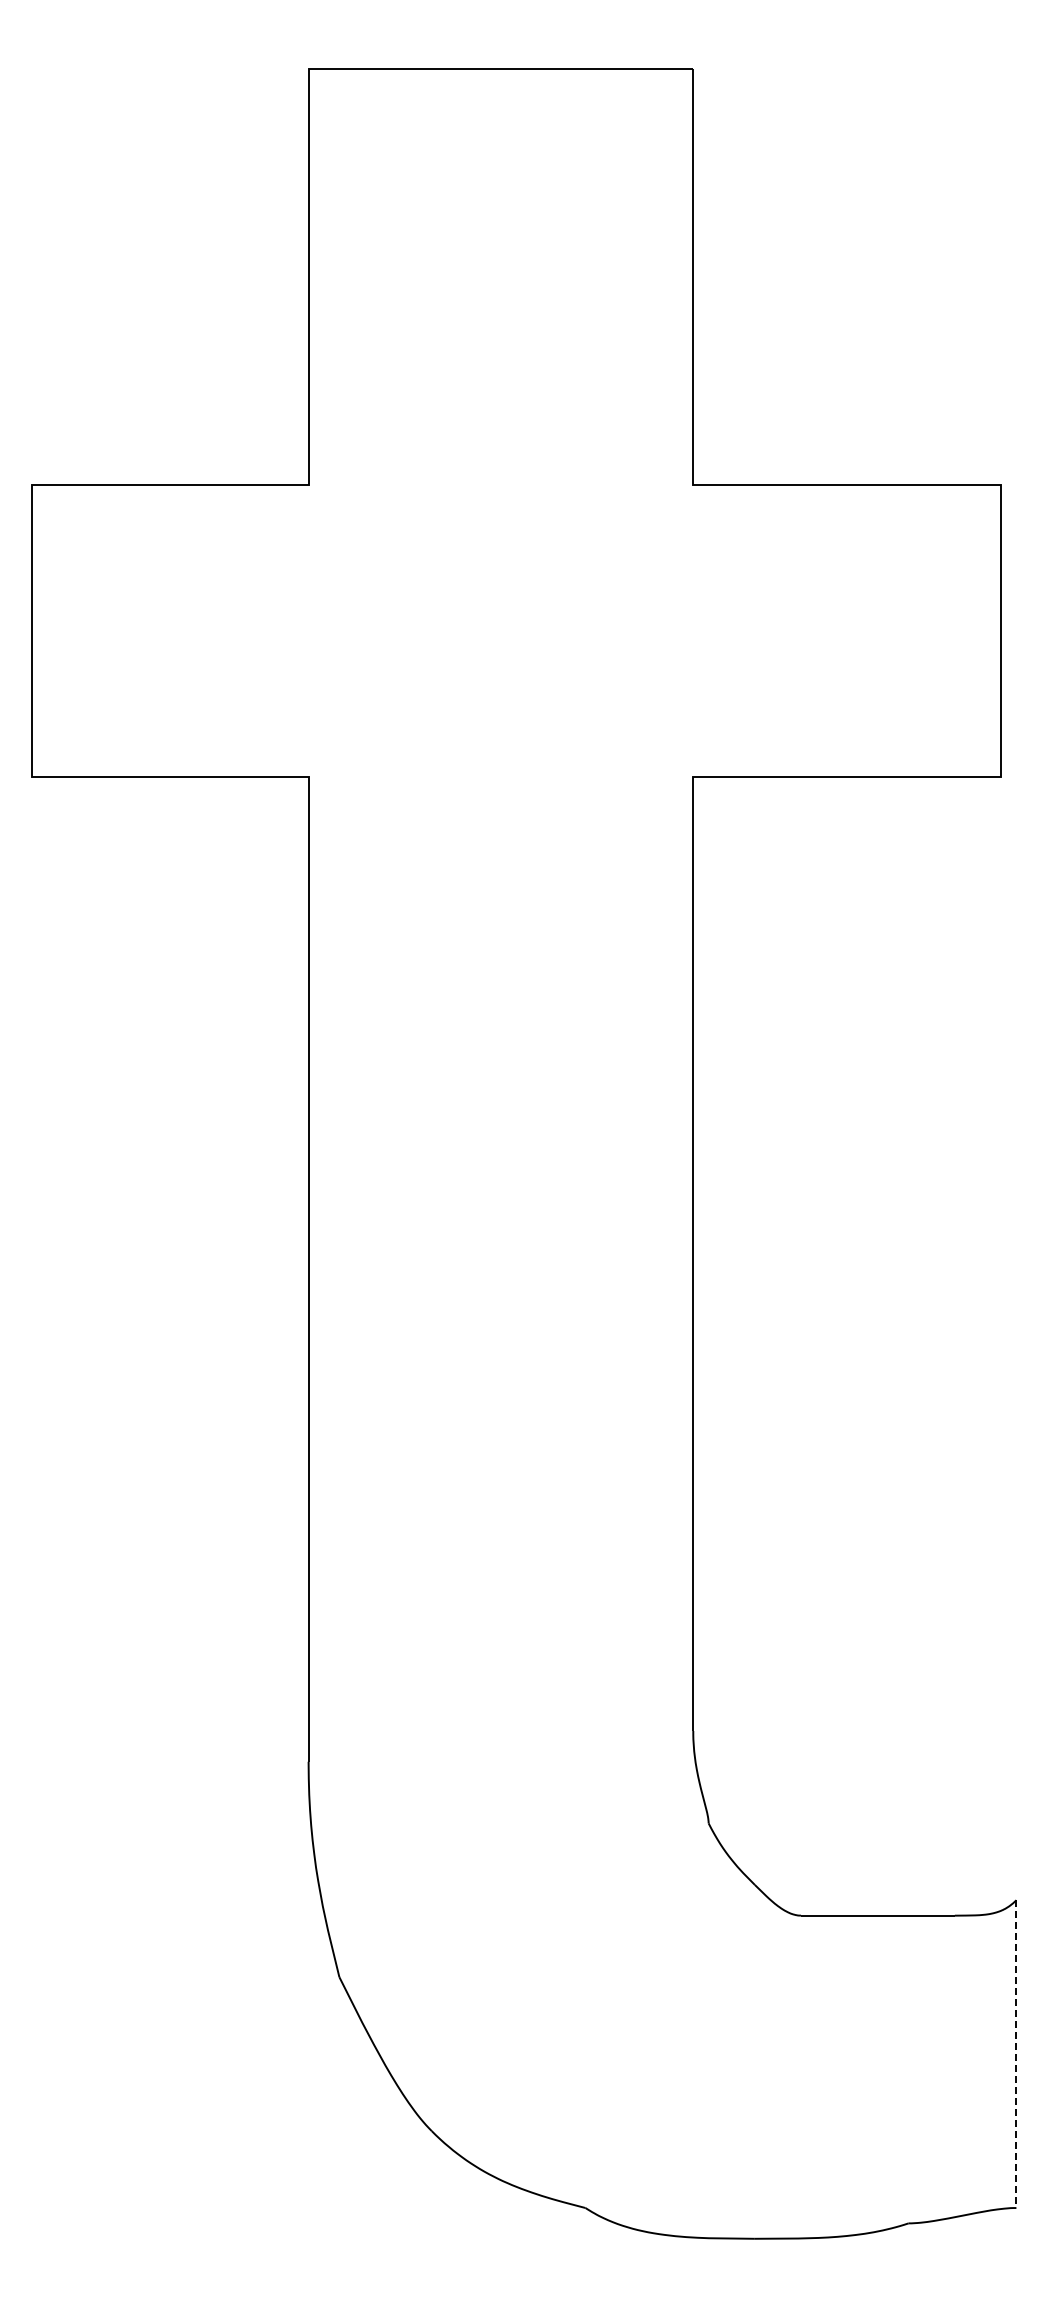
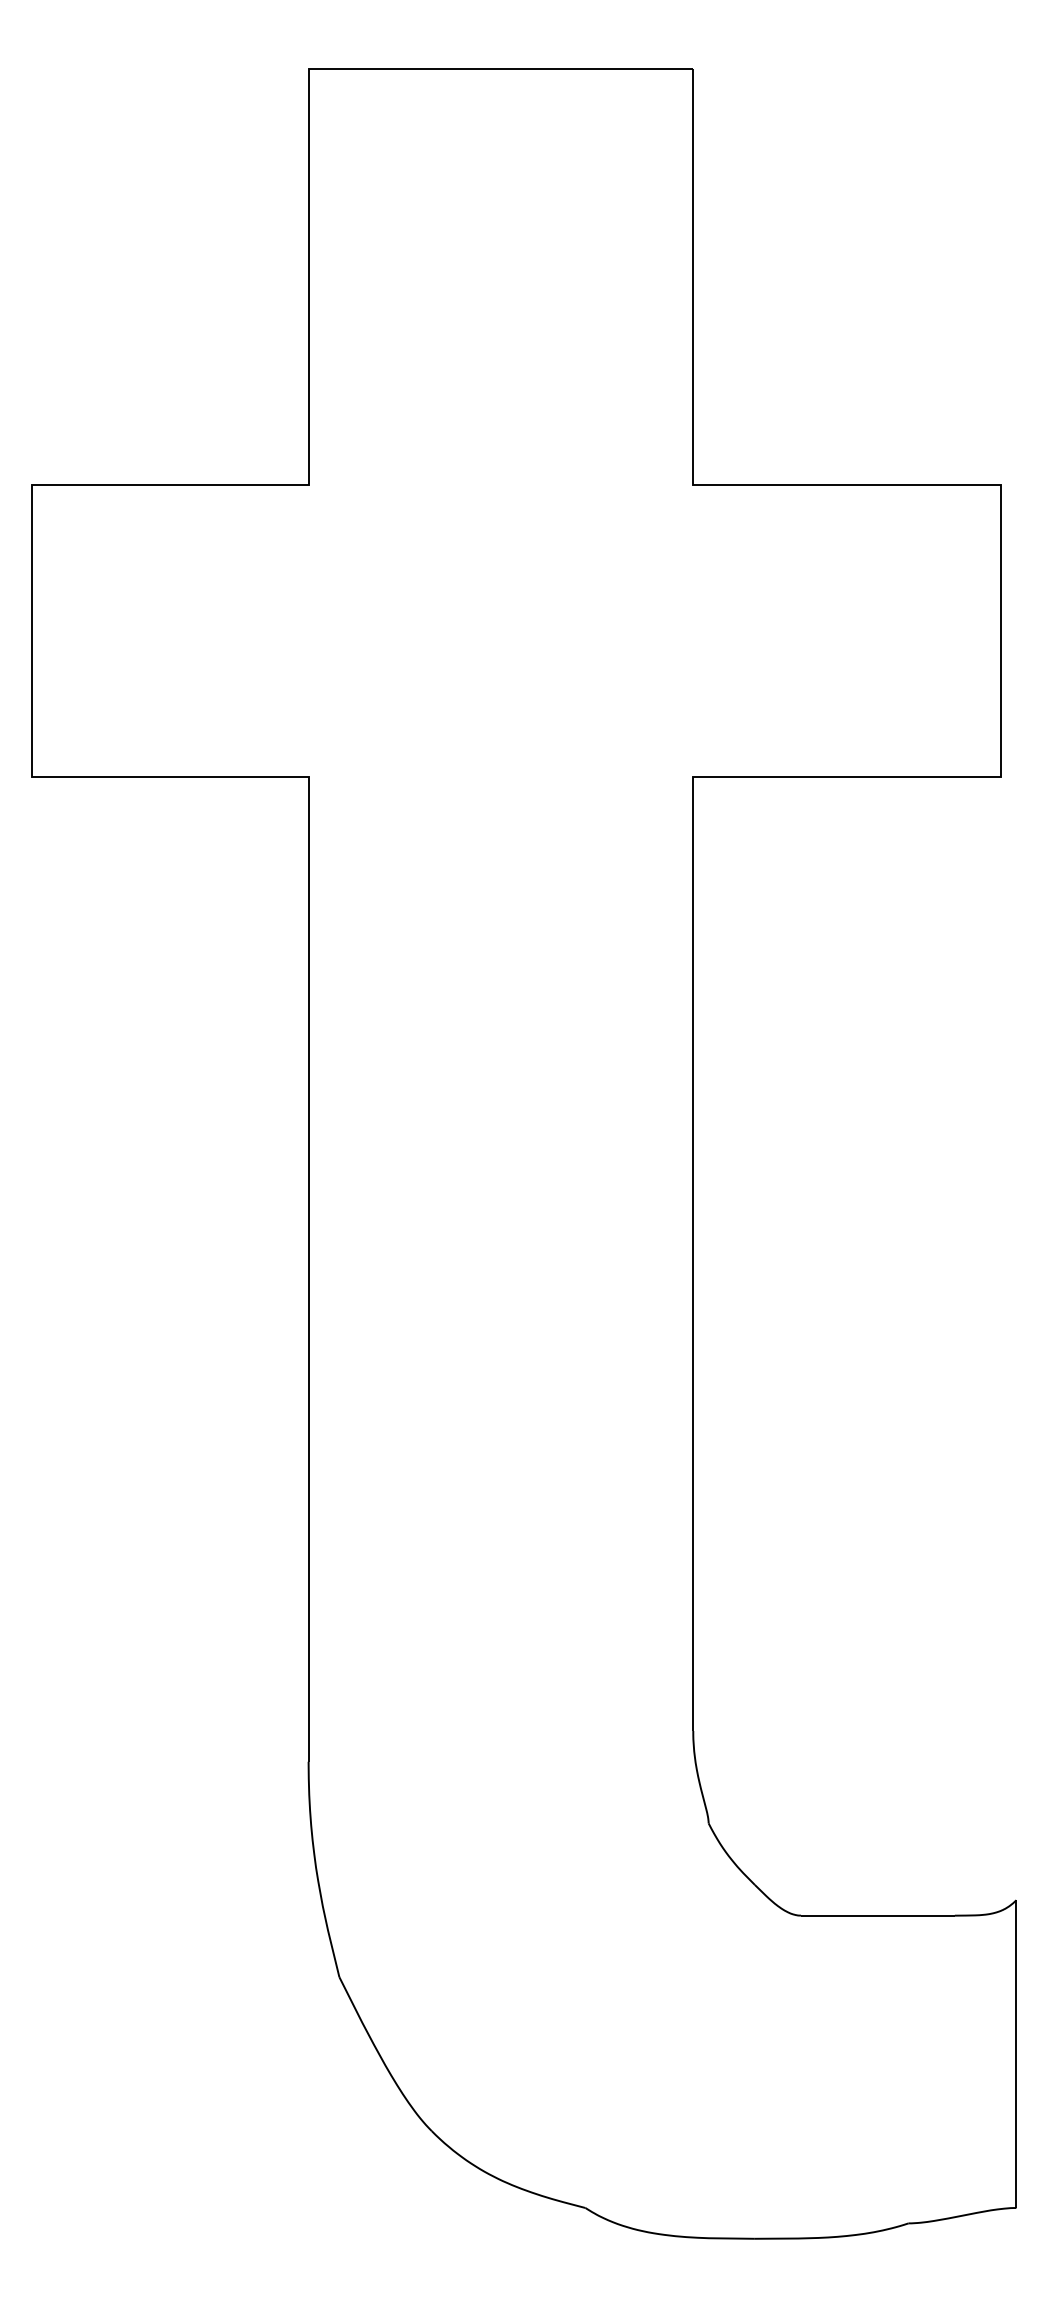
line at (1016, 2054): dashed -> solid
